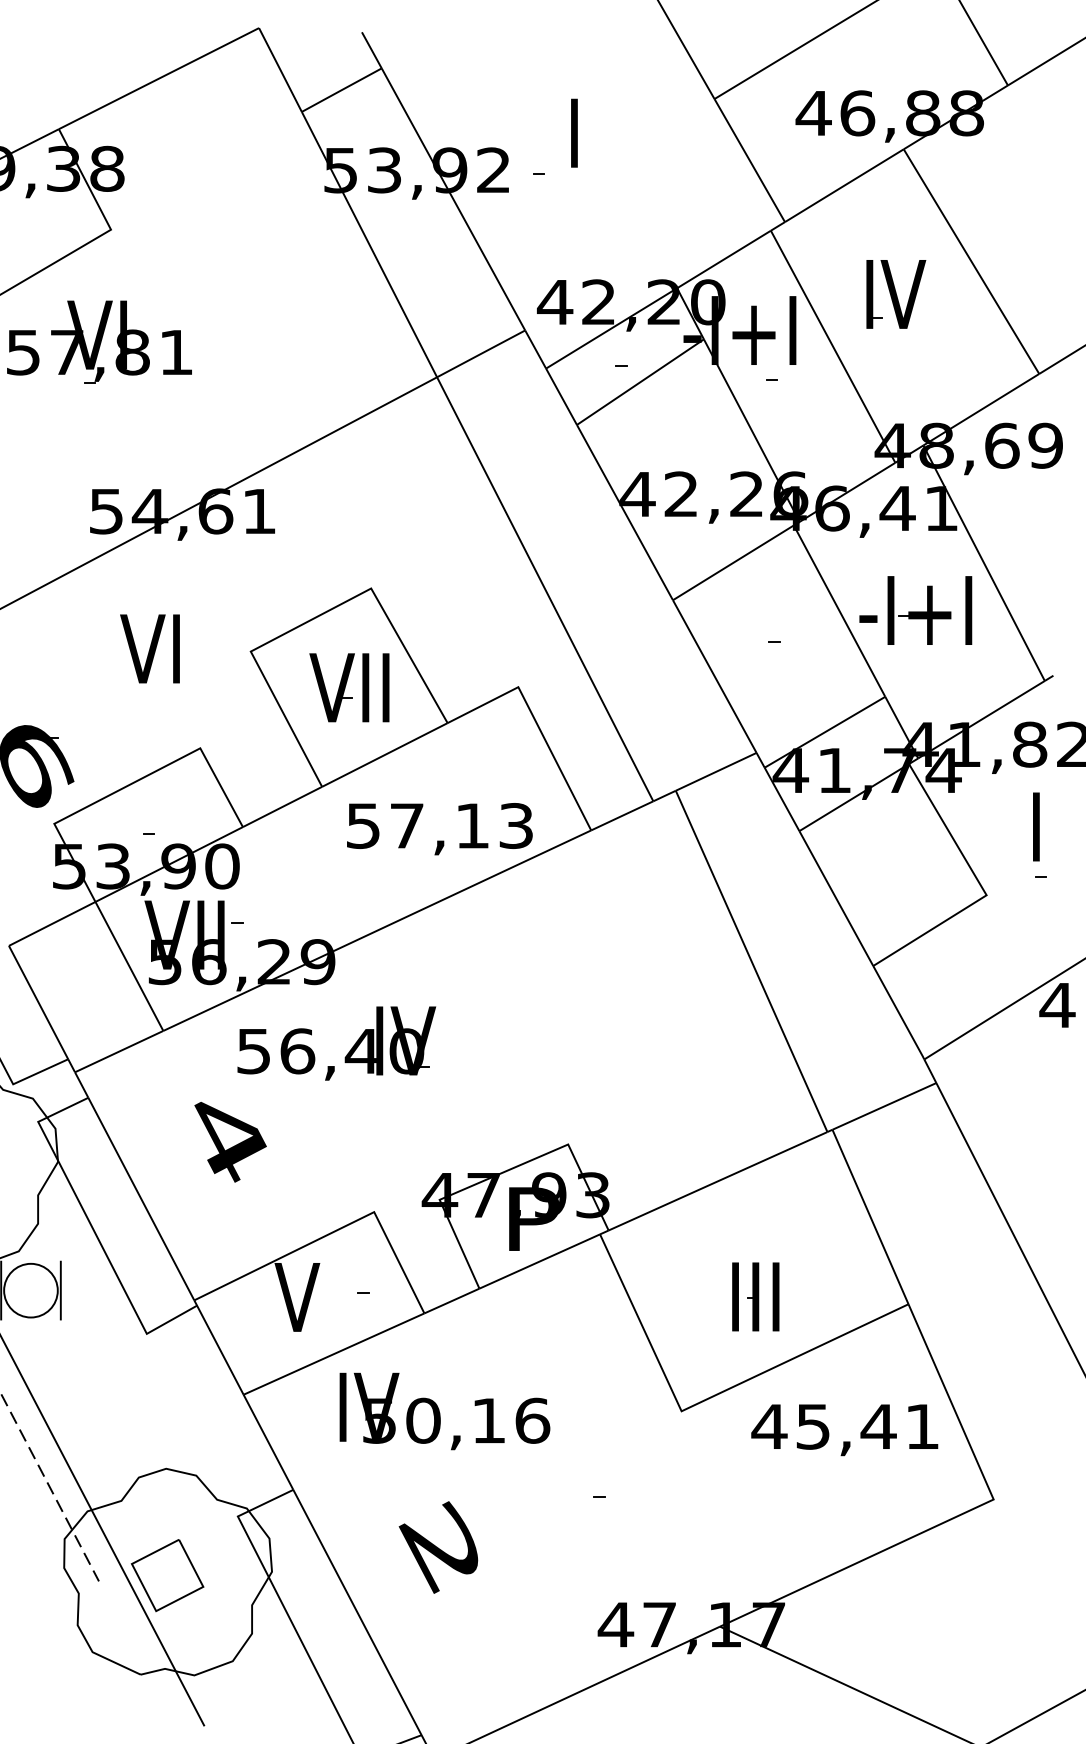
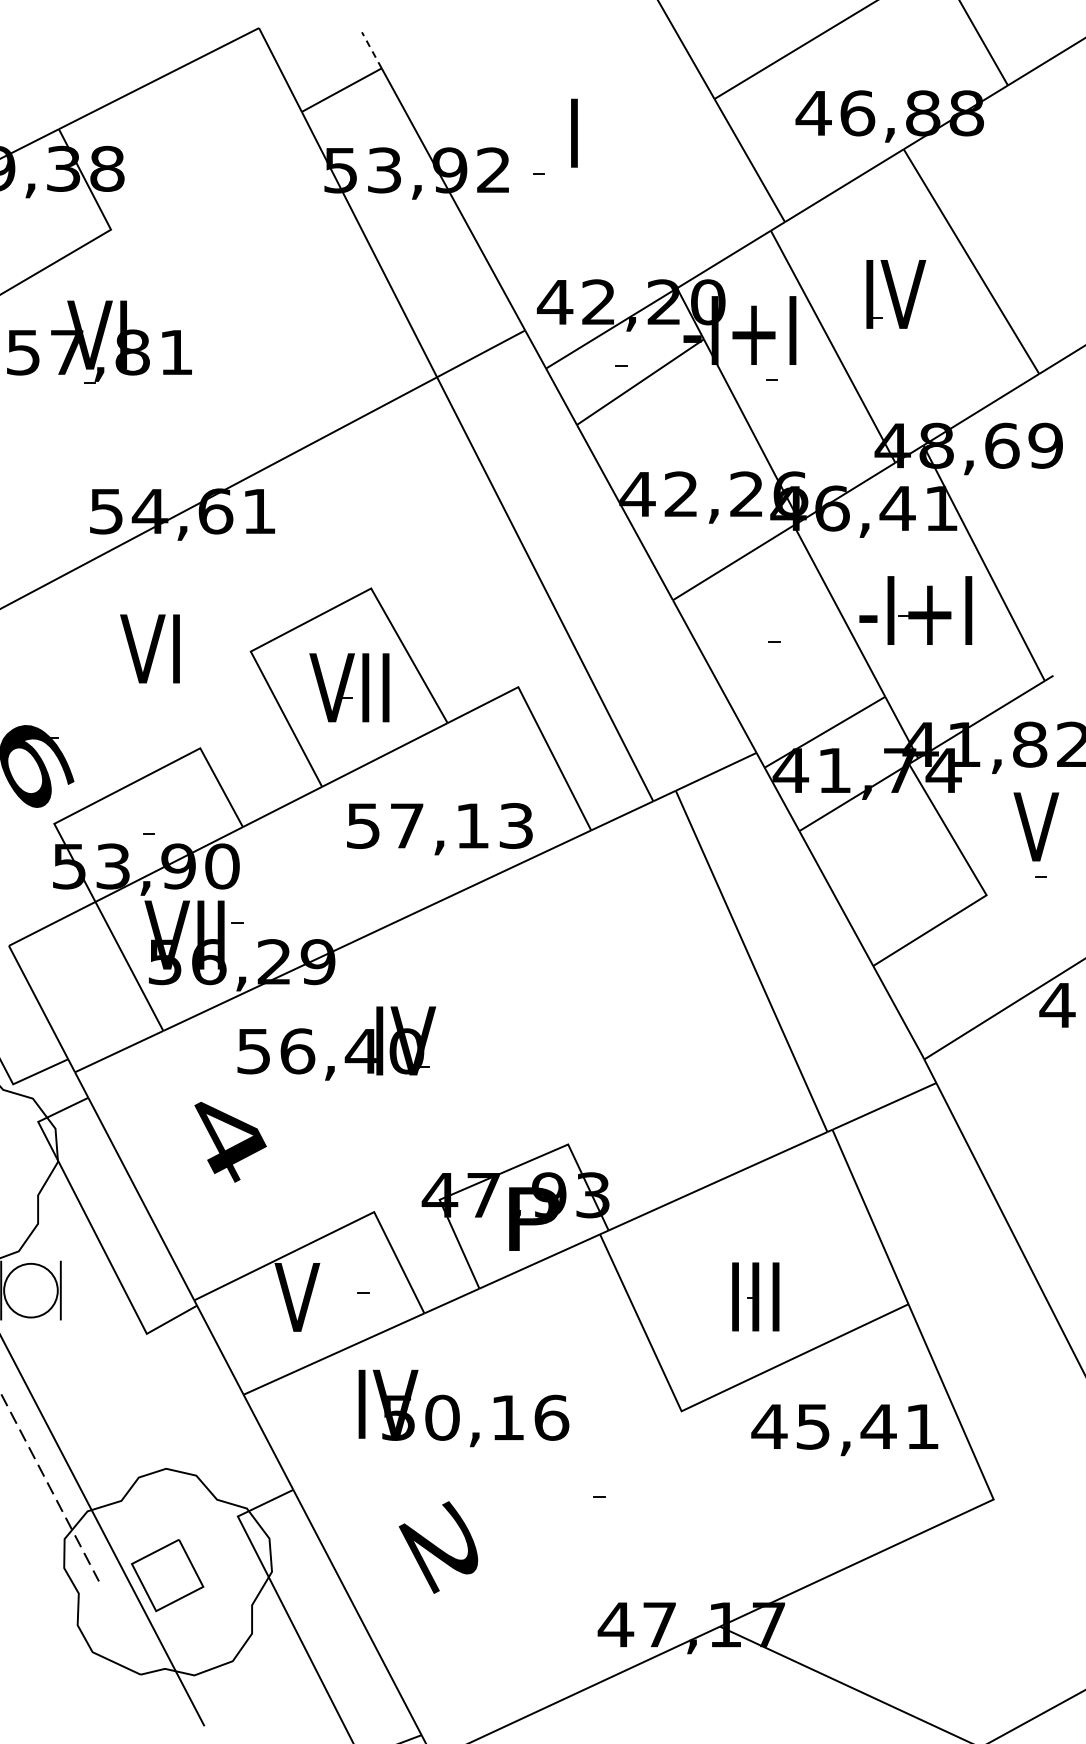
line at (371, 50): solid -> dashed
text at (1036, 826): I -> V
text at (444, 1411) position: (444, 1411) -> (463, 1408)
